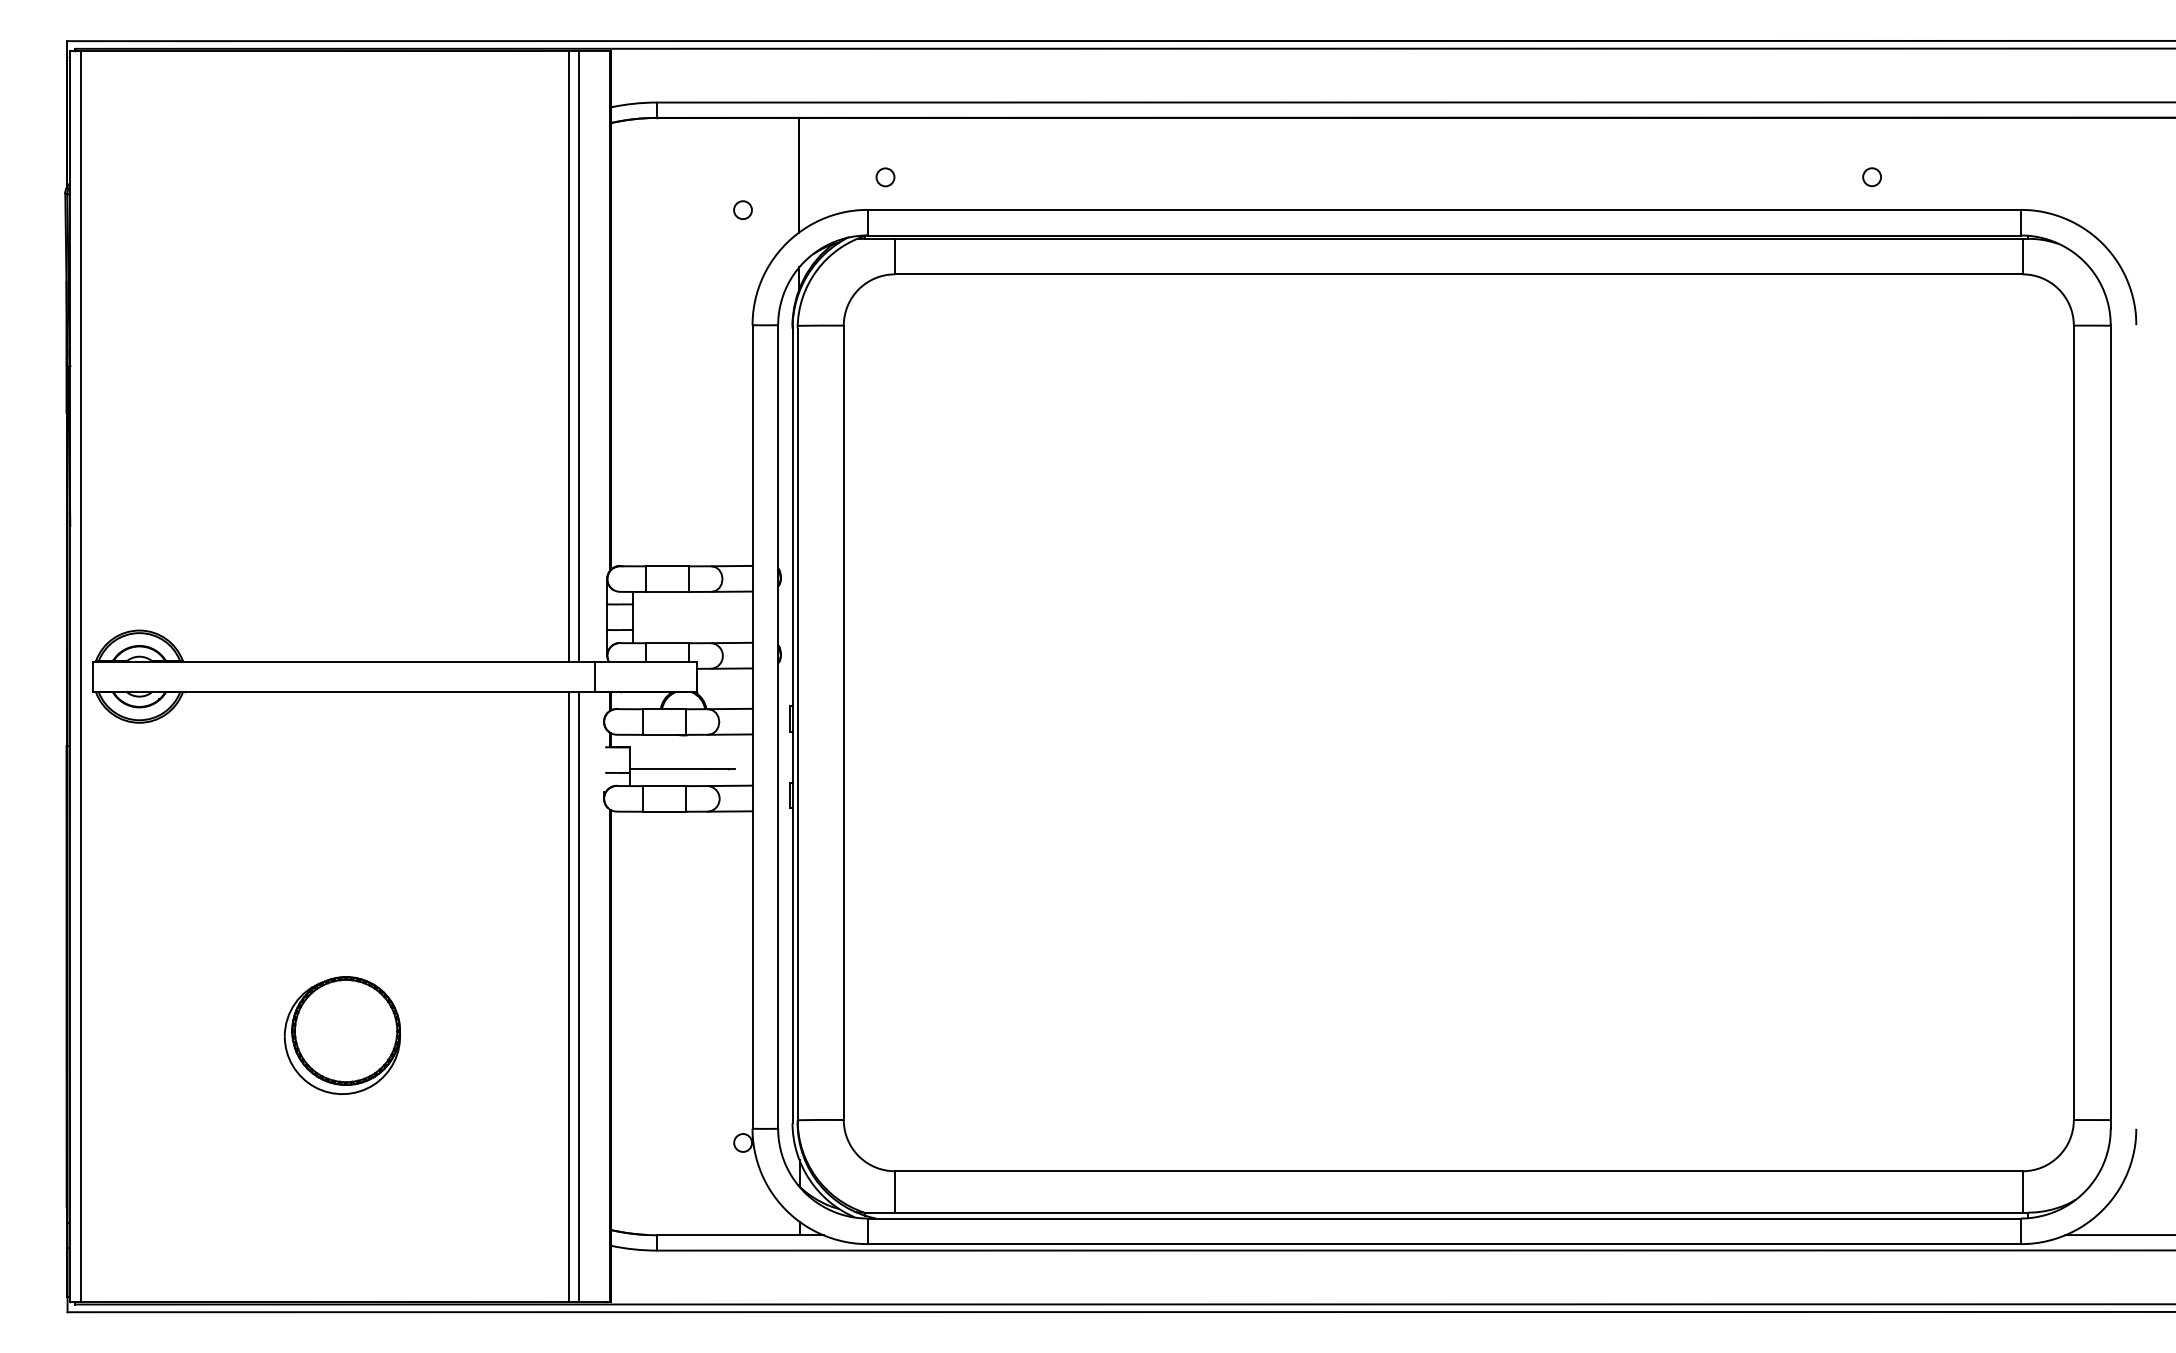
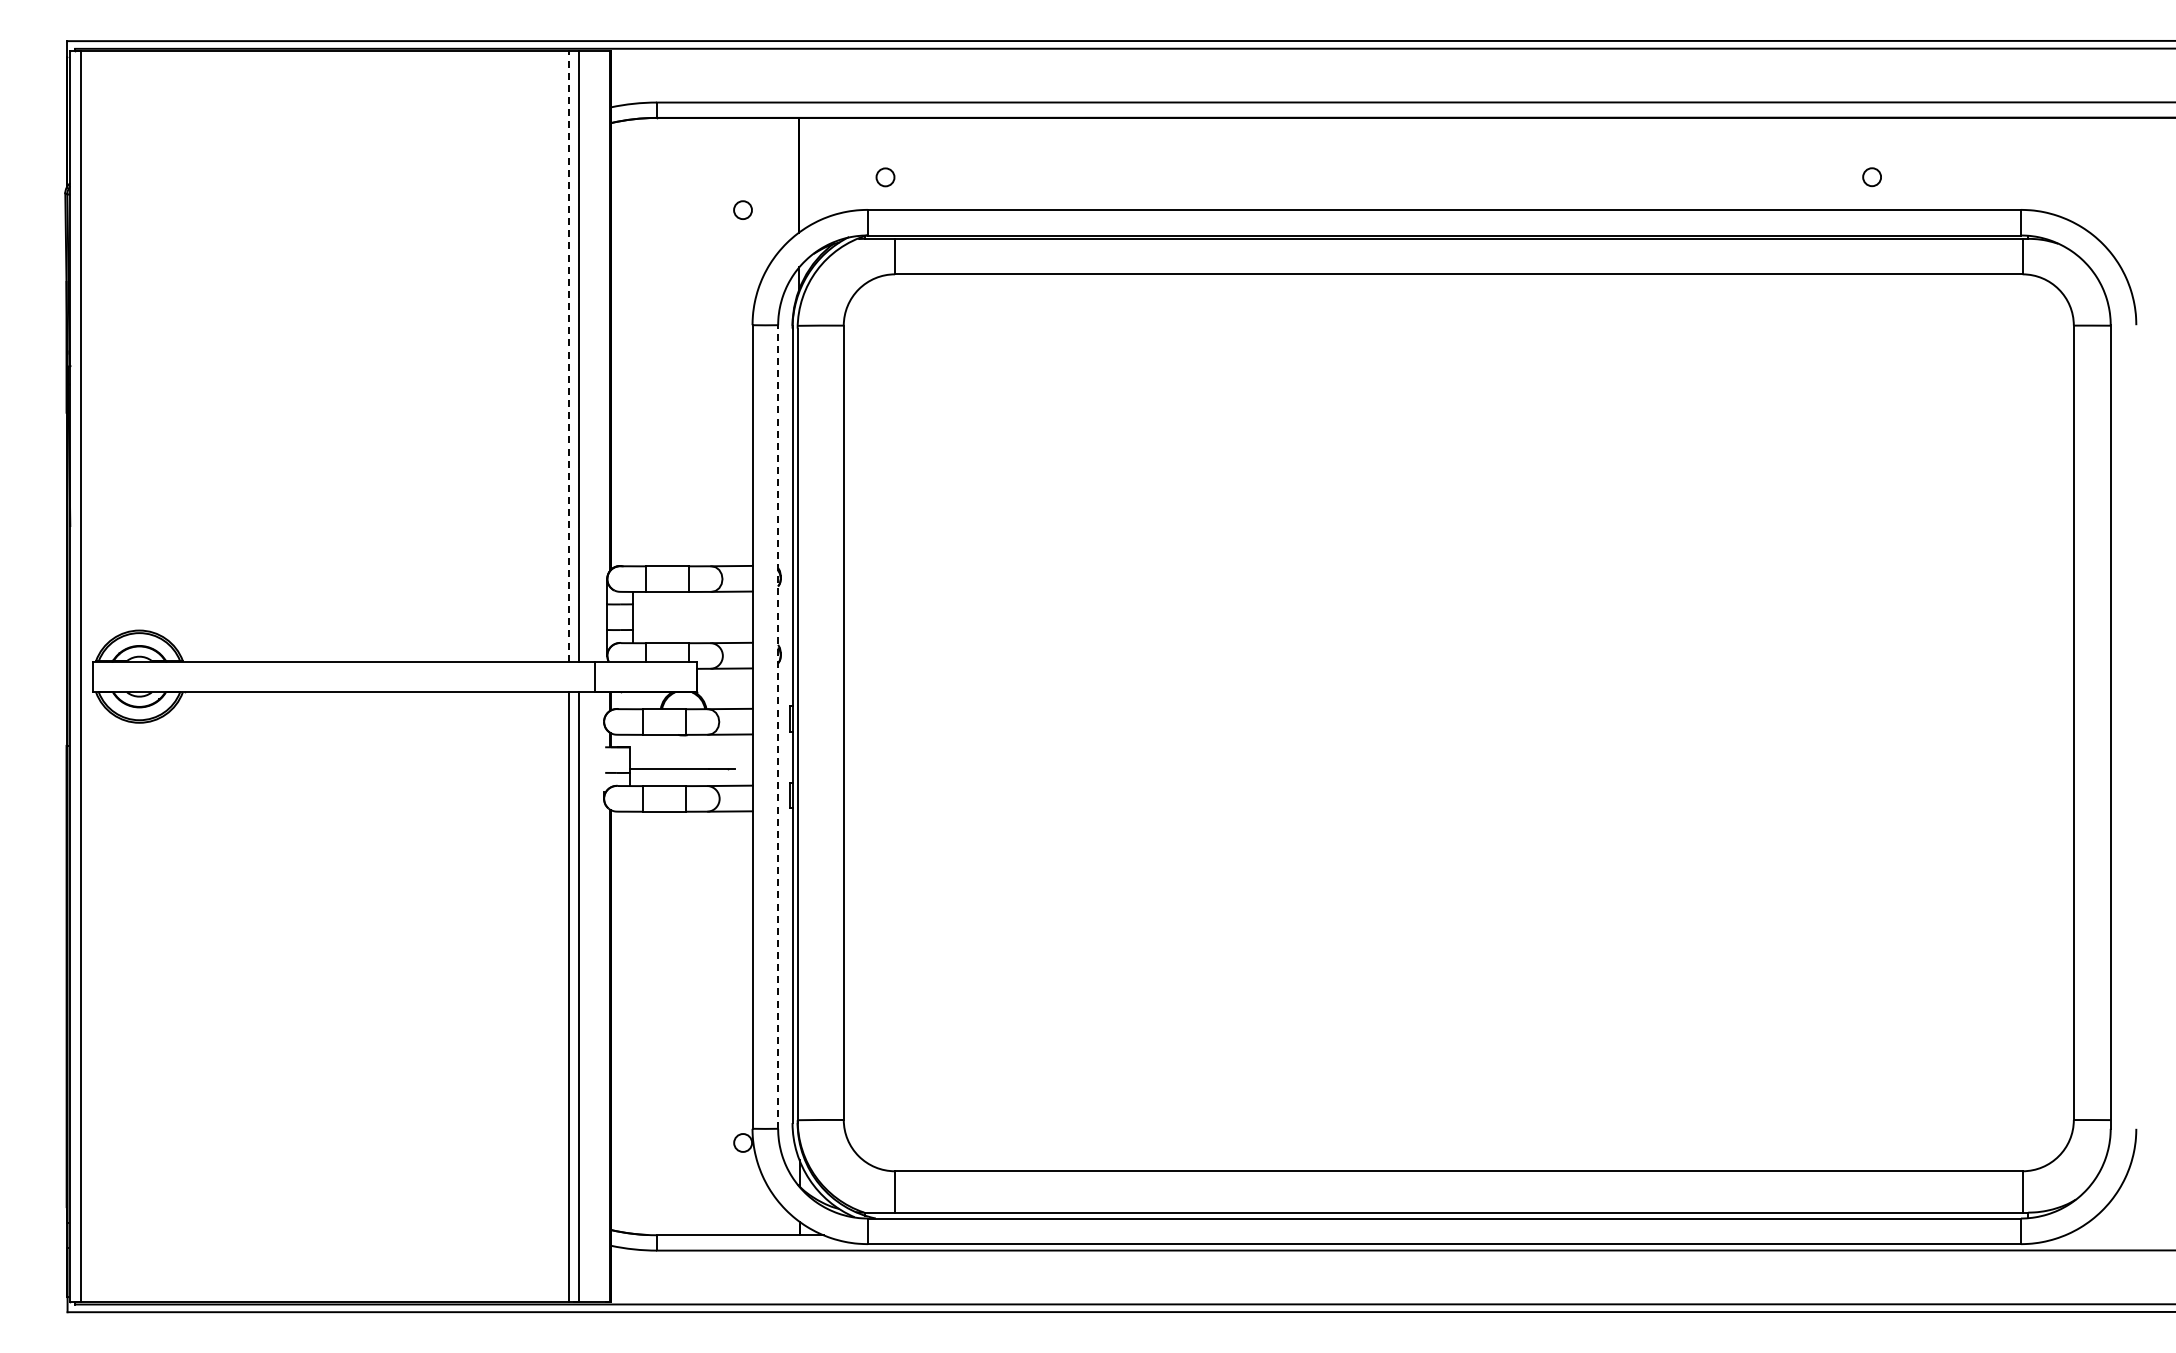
line at (569, 356): solid -> dashed
line at (778, 727): solid -> dashed
part at (341, 1035): present -> none
line at (2118, 1235): present -> none
